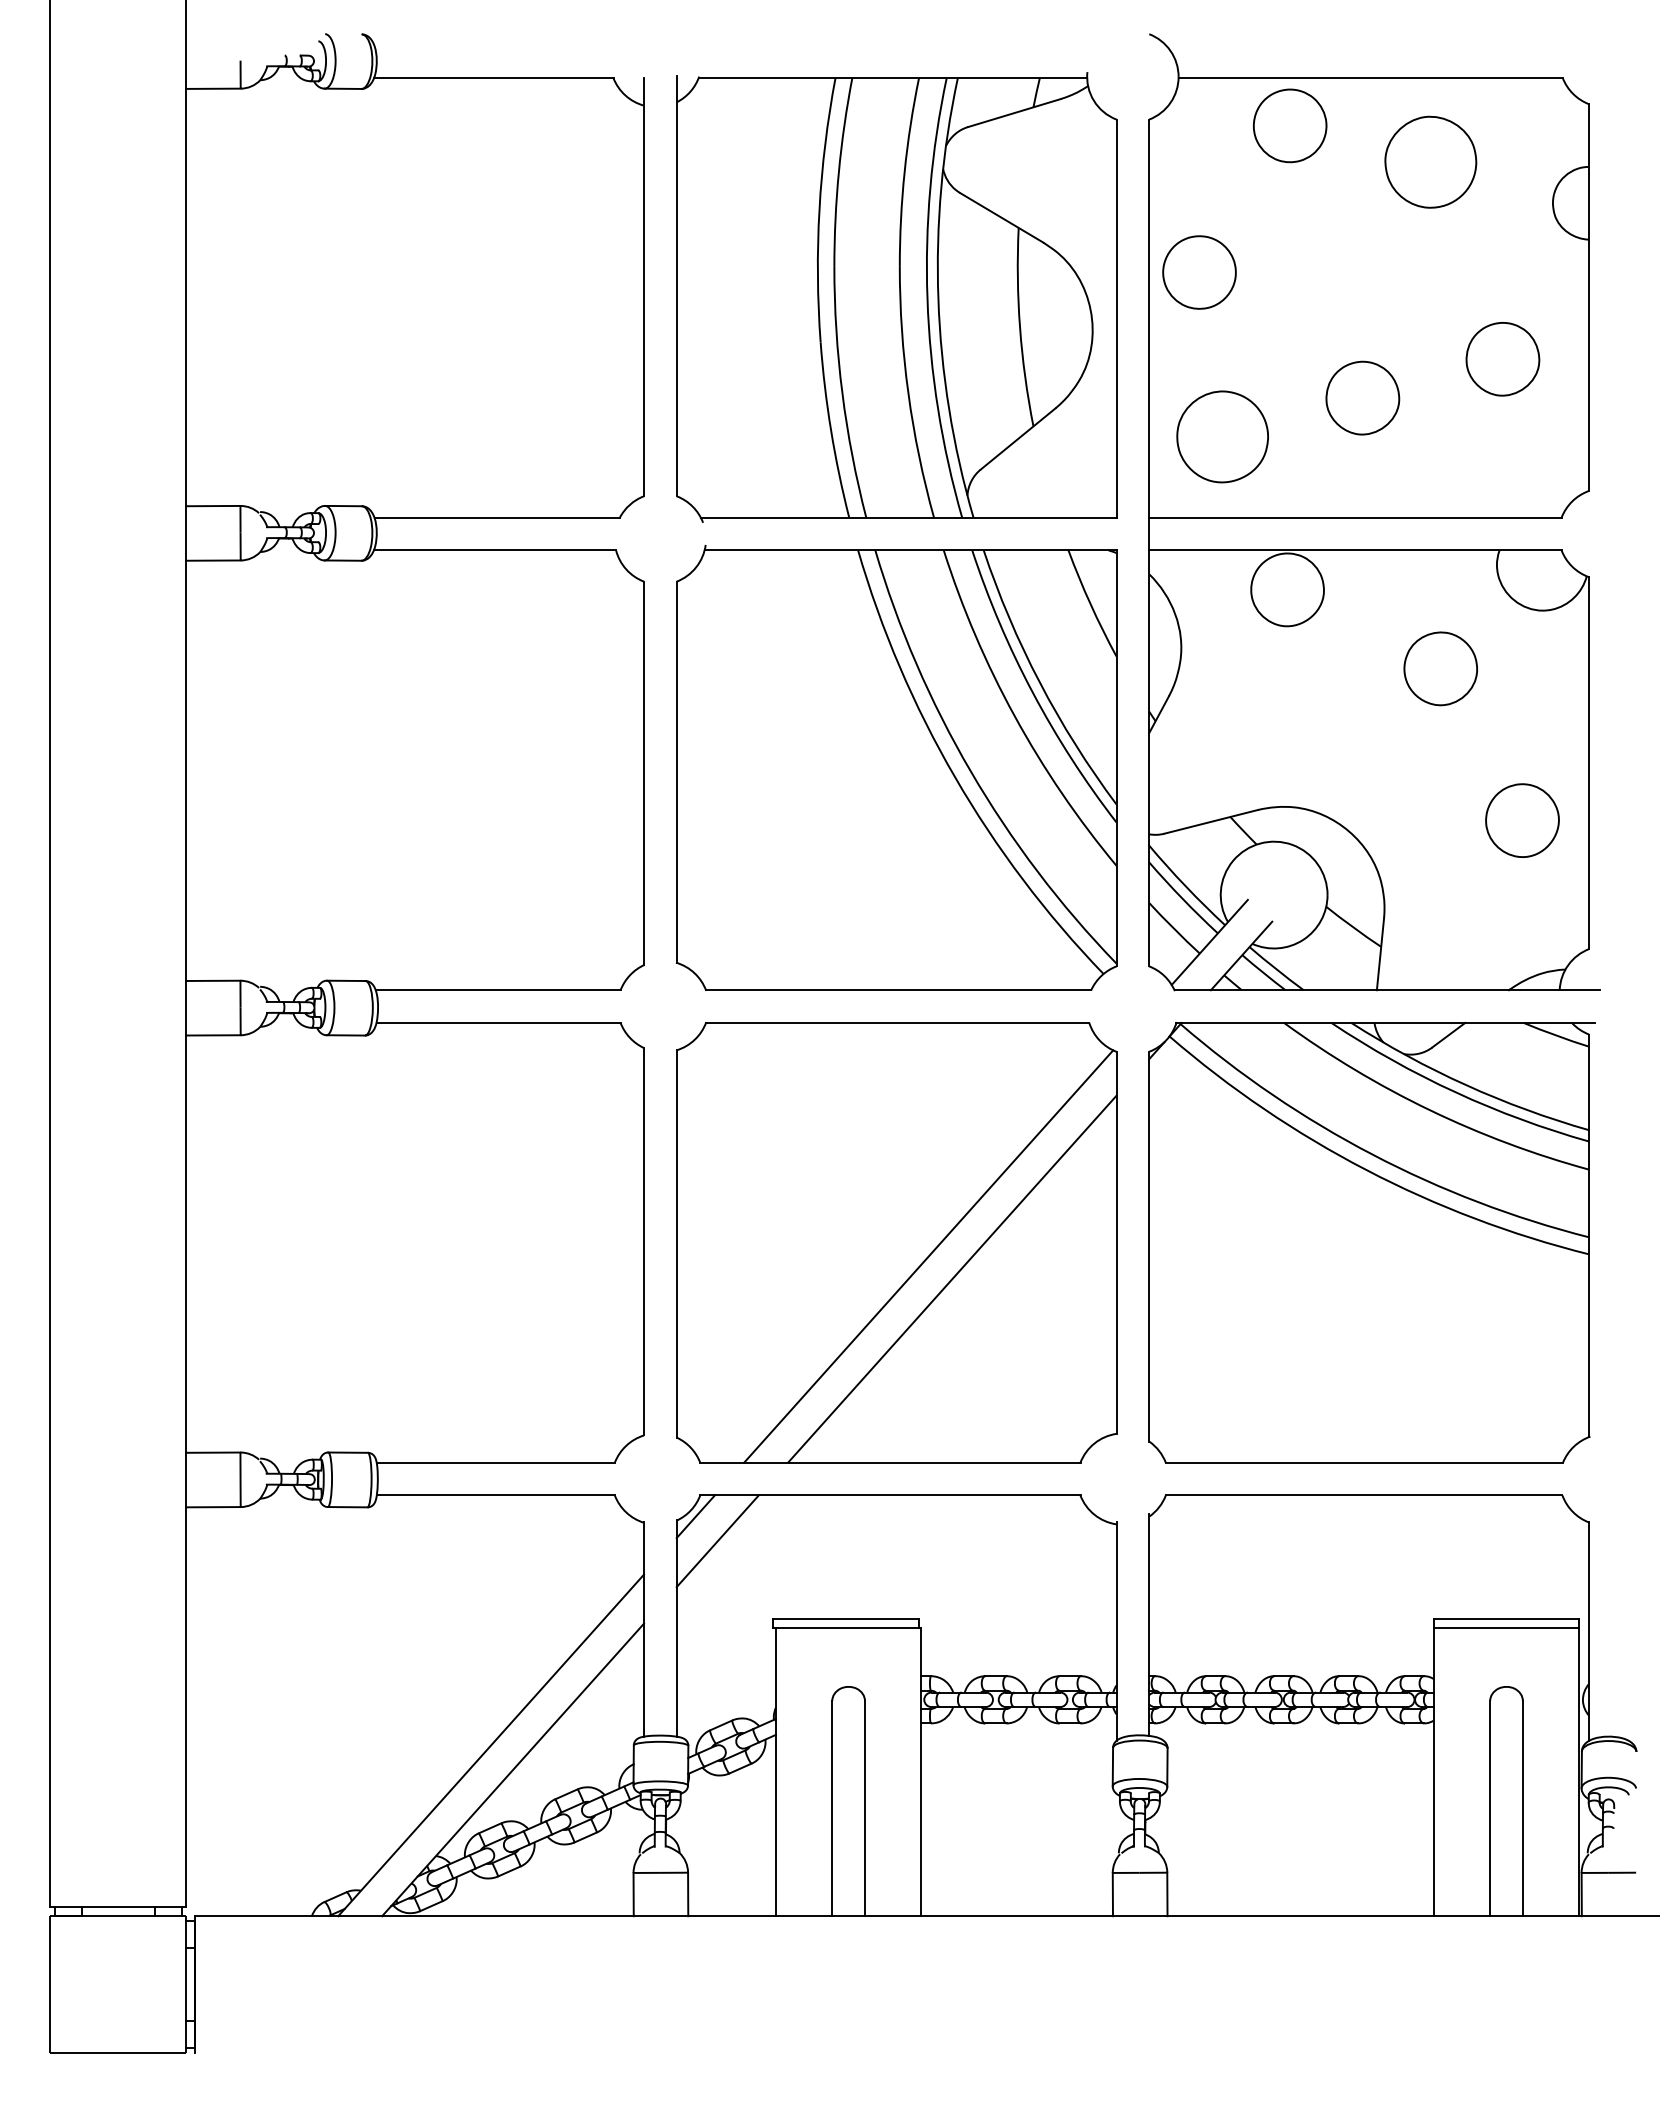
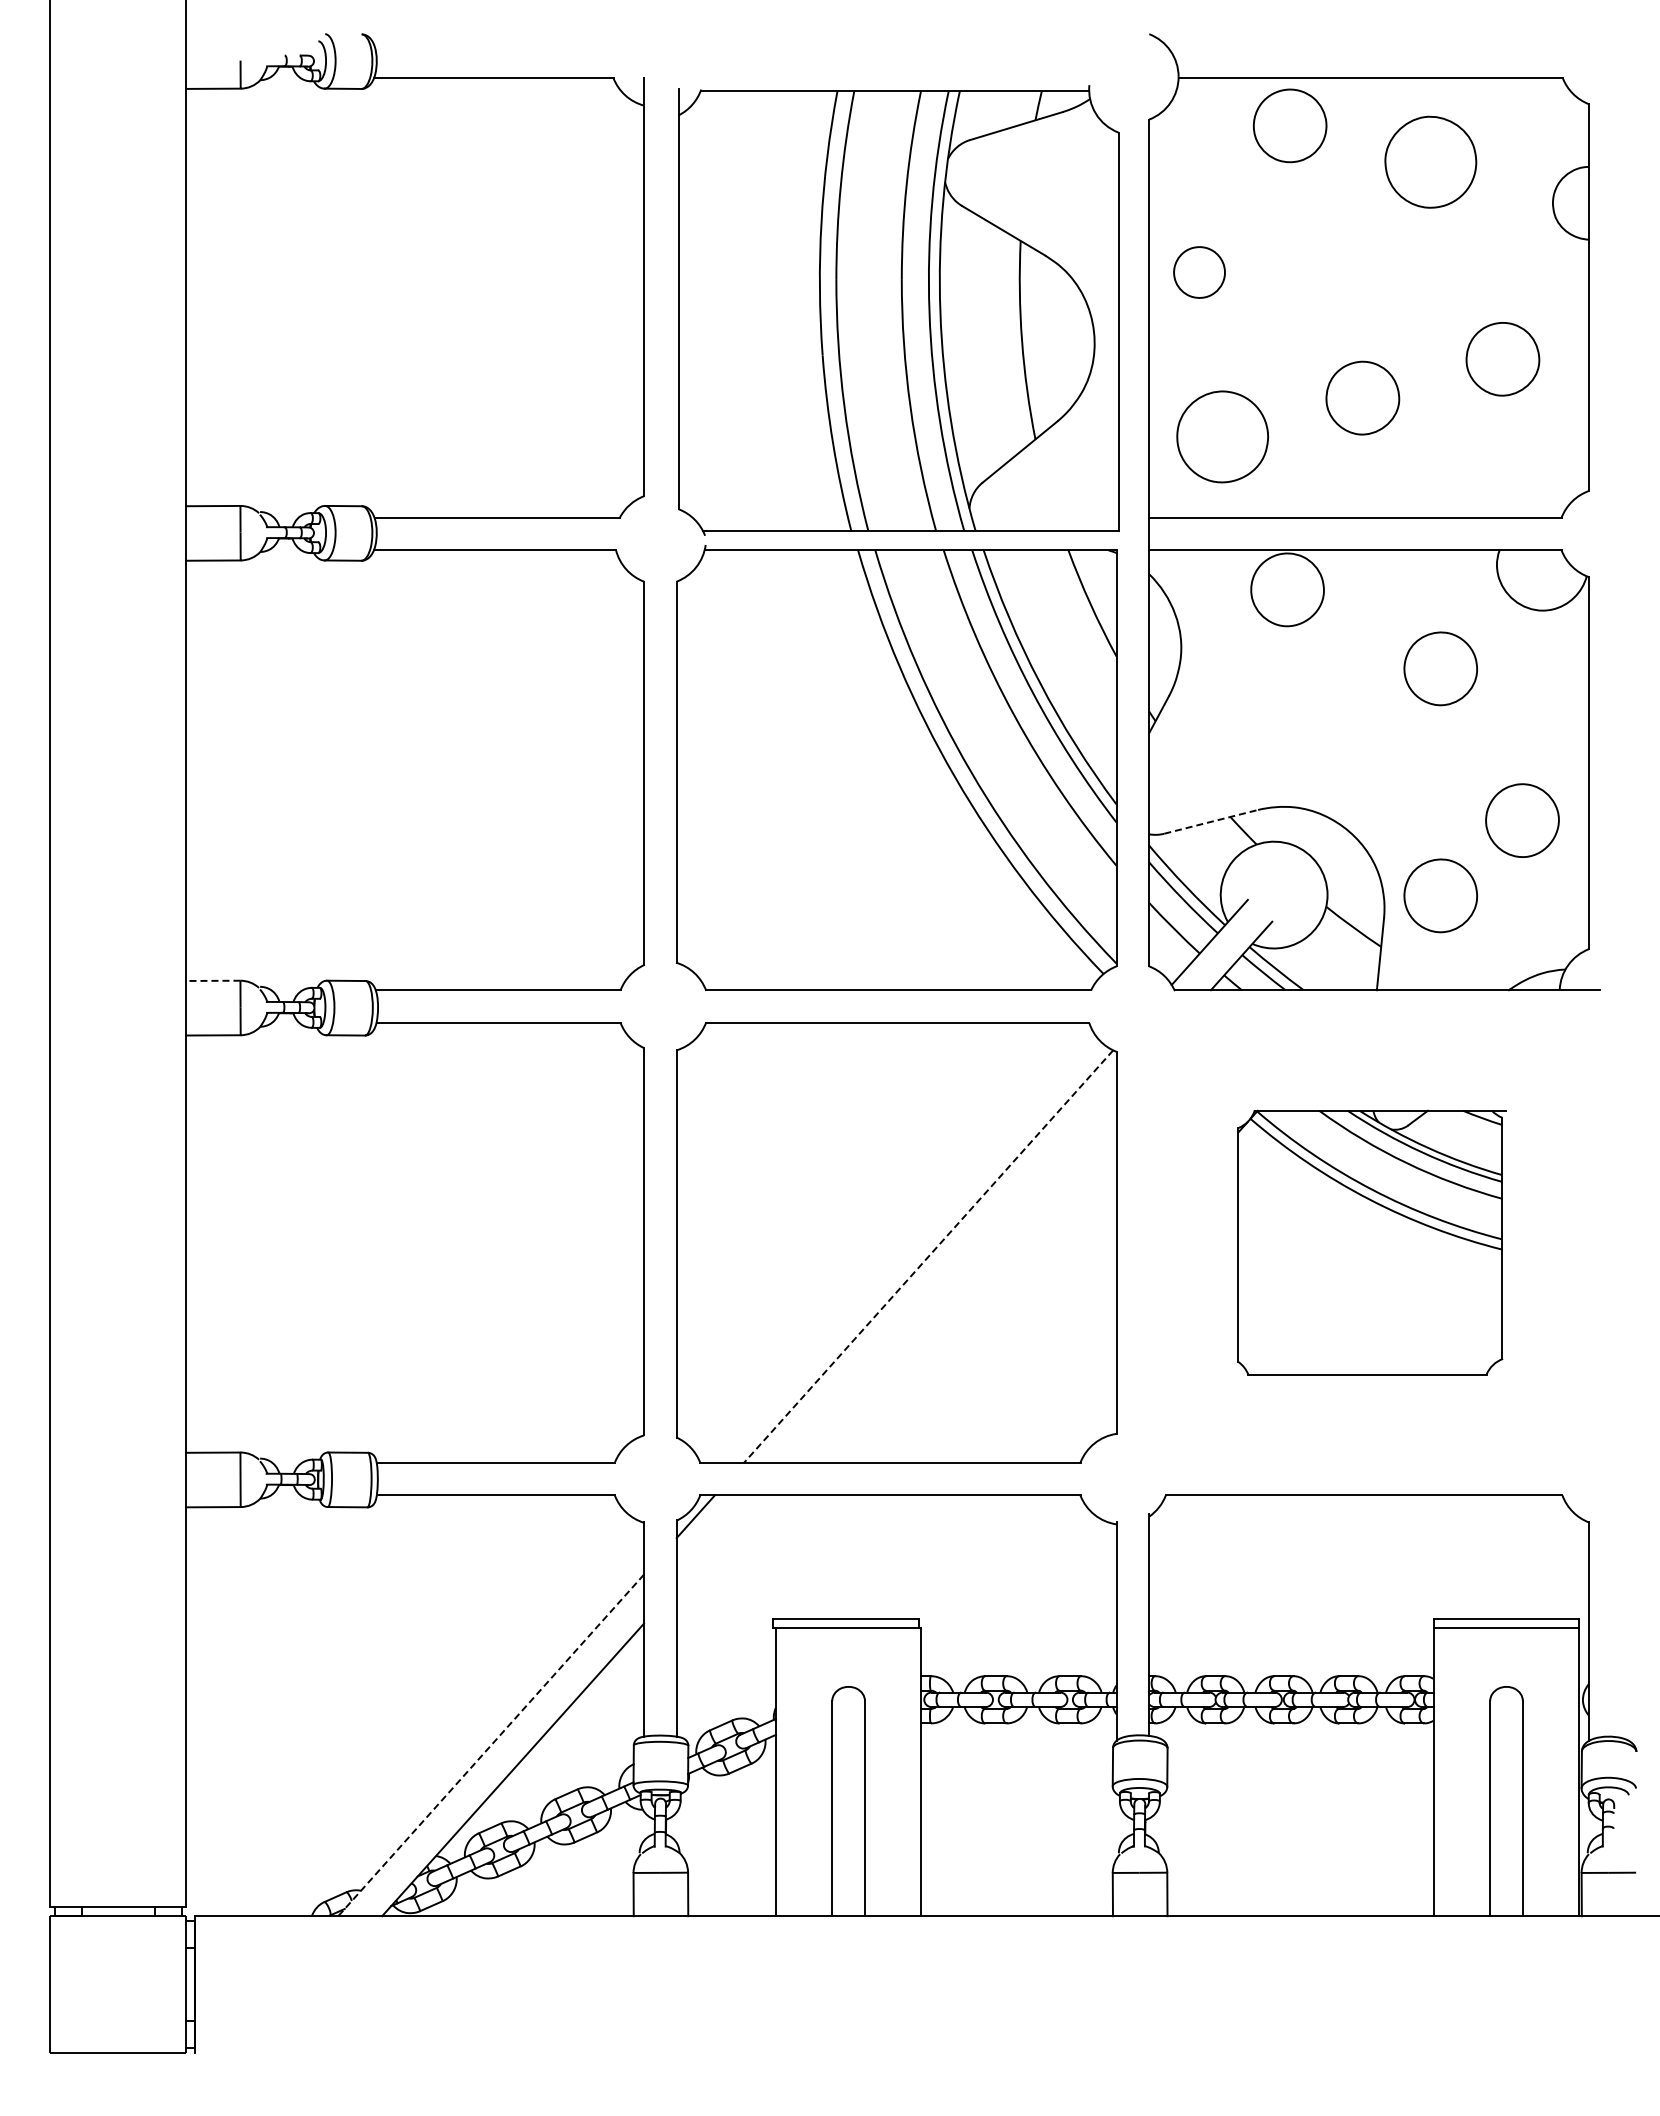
part at (1199, 272) size: 75x75 px -> 53x53 px
part at (896, 297) position: (896, 297) -> (898, 310)
line at (1211, 821): solid -> dashed
part at (1440, 895): none -> present
line at (212, 980): solid -> dashed
part at (1371, 1242) size: 448x443 px -> 270x267 px
line at (928, 1256): solid -> dashed
line at (952, 1278): present -> none
line at (717, 1541): present -> none
line at (490, 1745): solid -> dashed
